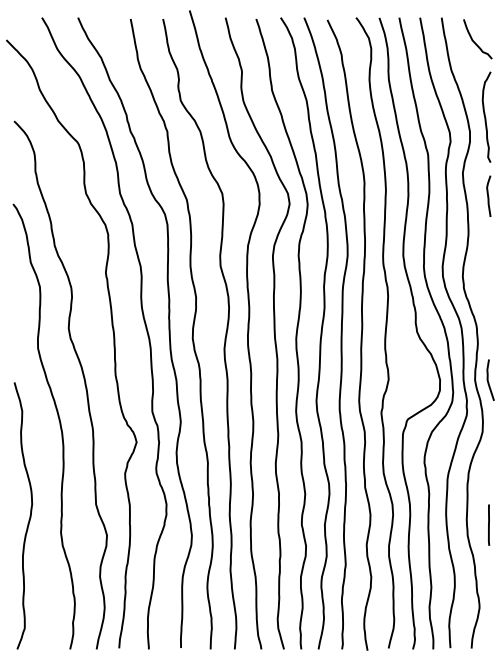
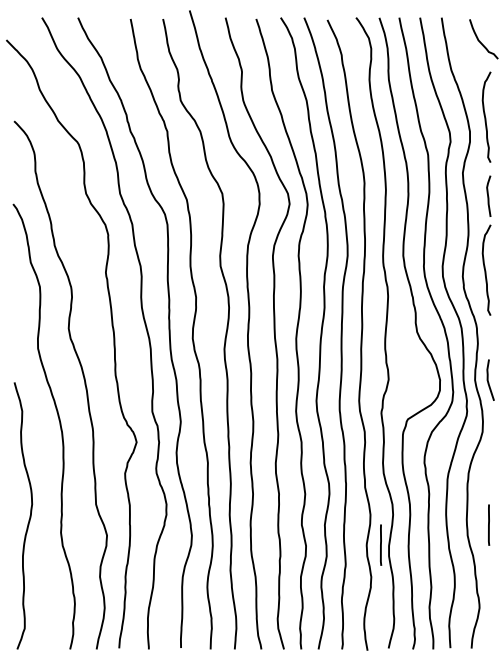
curve at (474, 41) position: (474, 41) -> (480, 41)
curve at (485, 269): none -> present
line at (381, 544): none -> present
